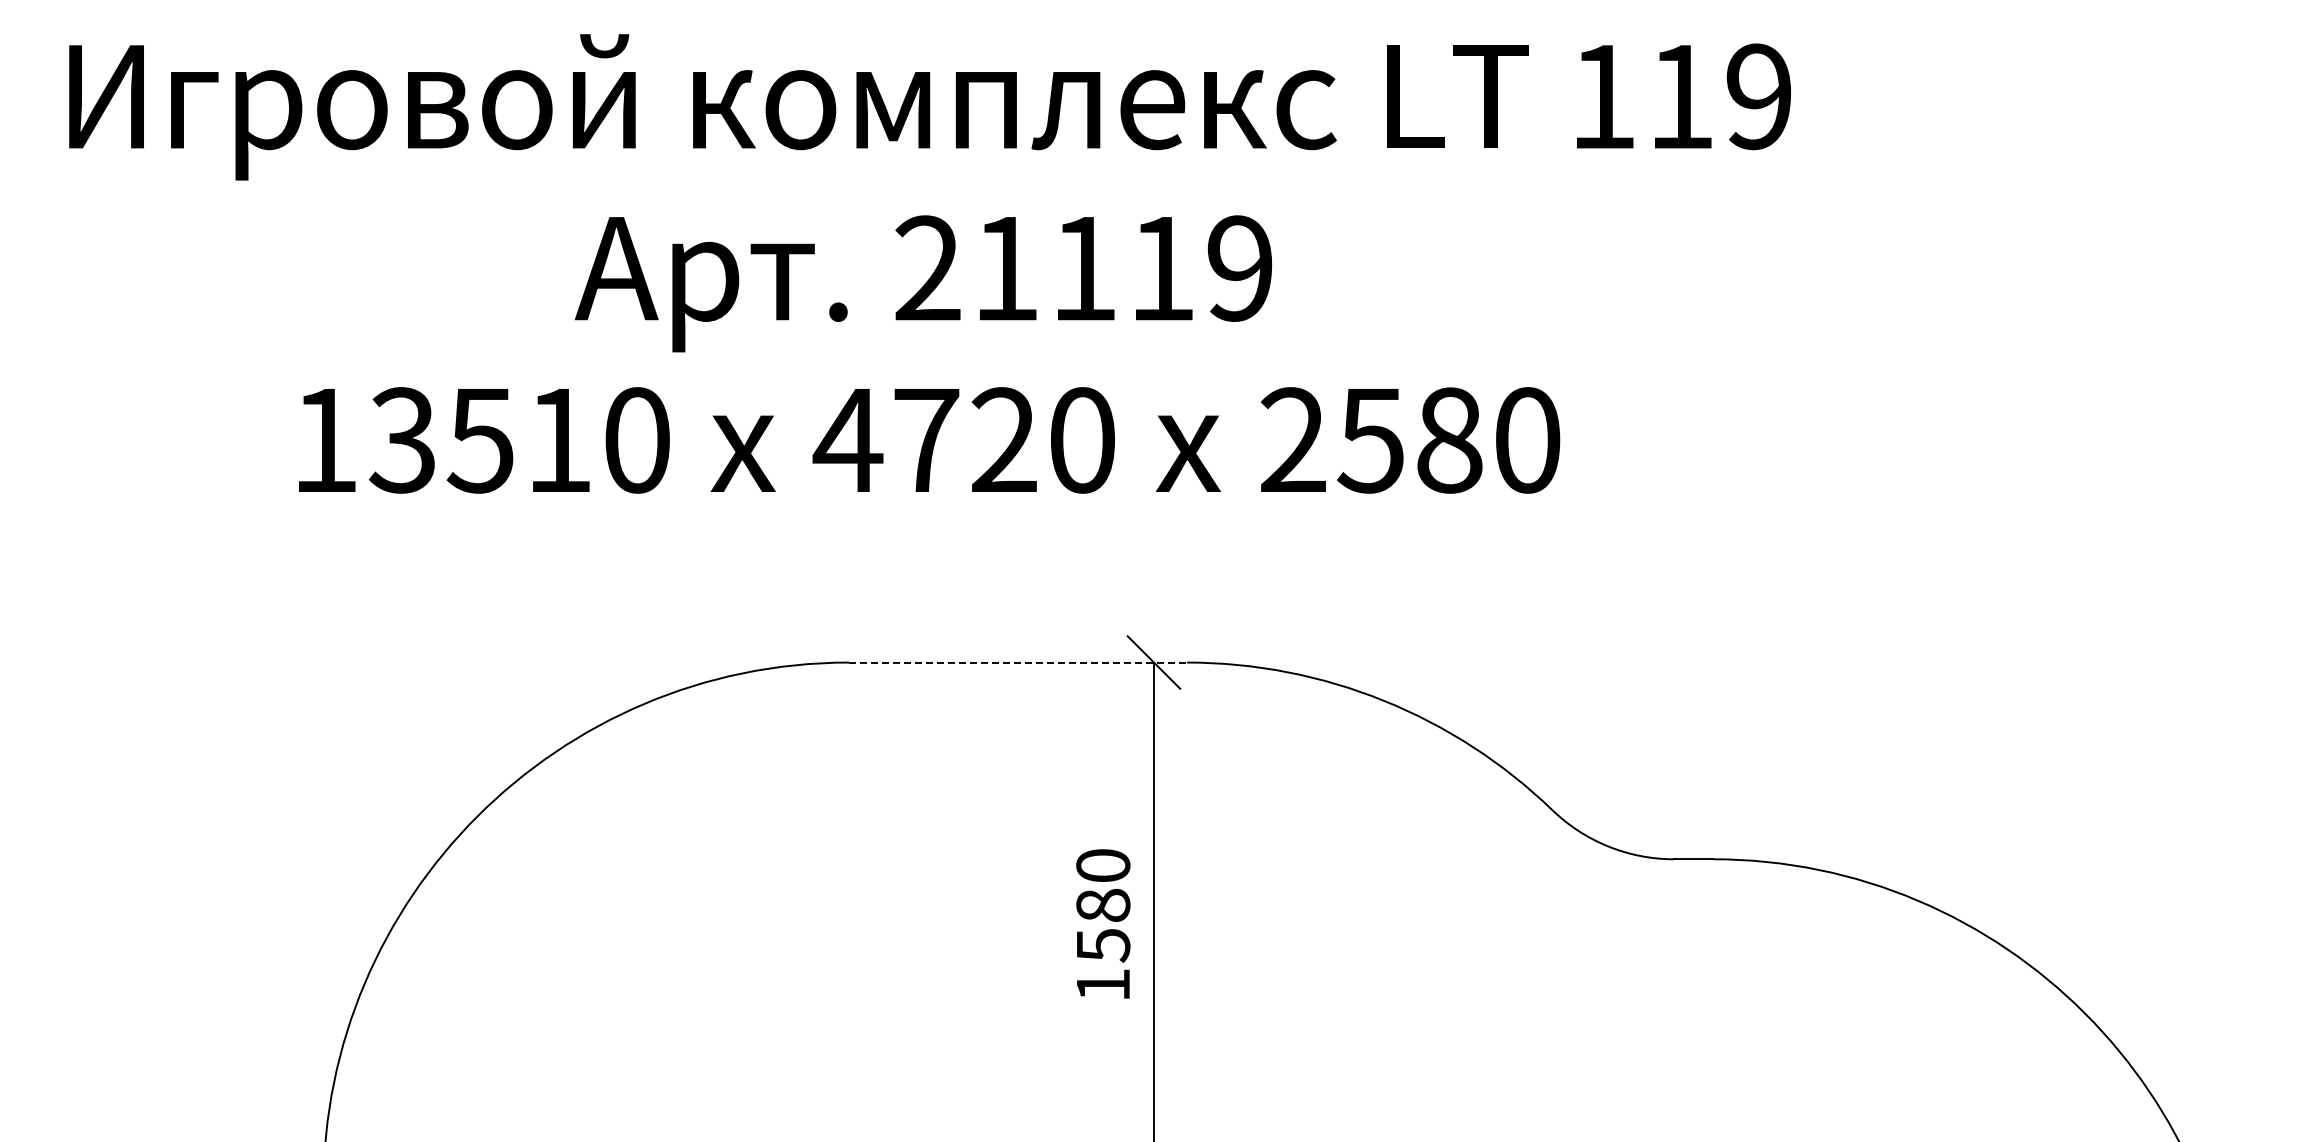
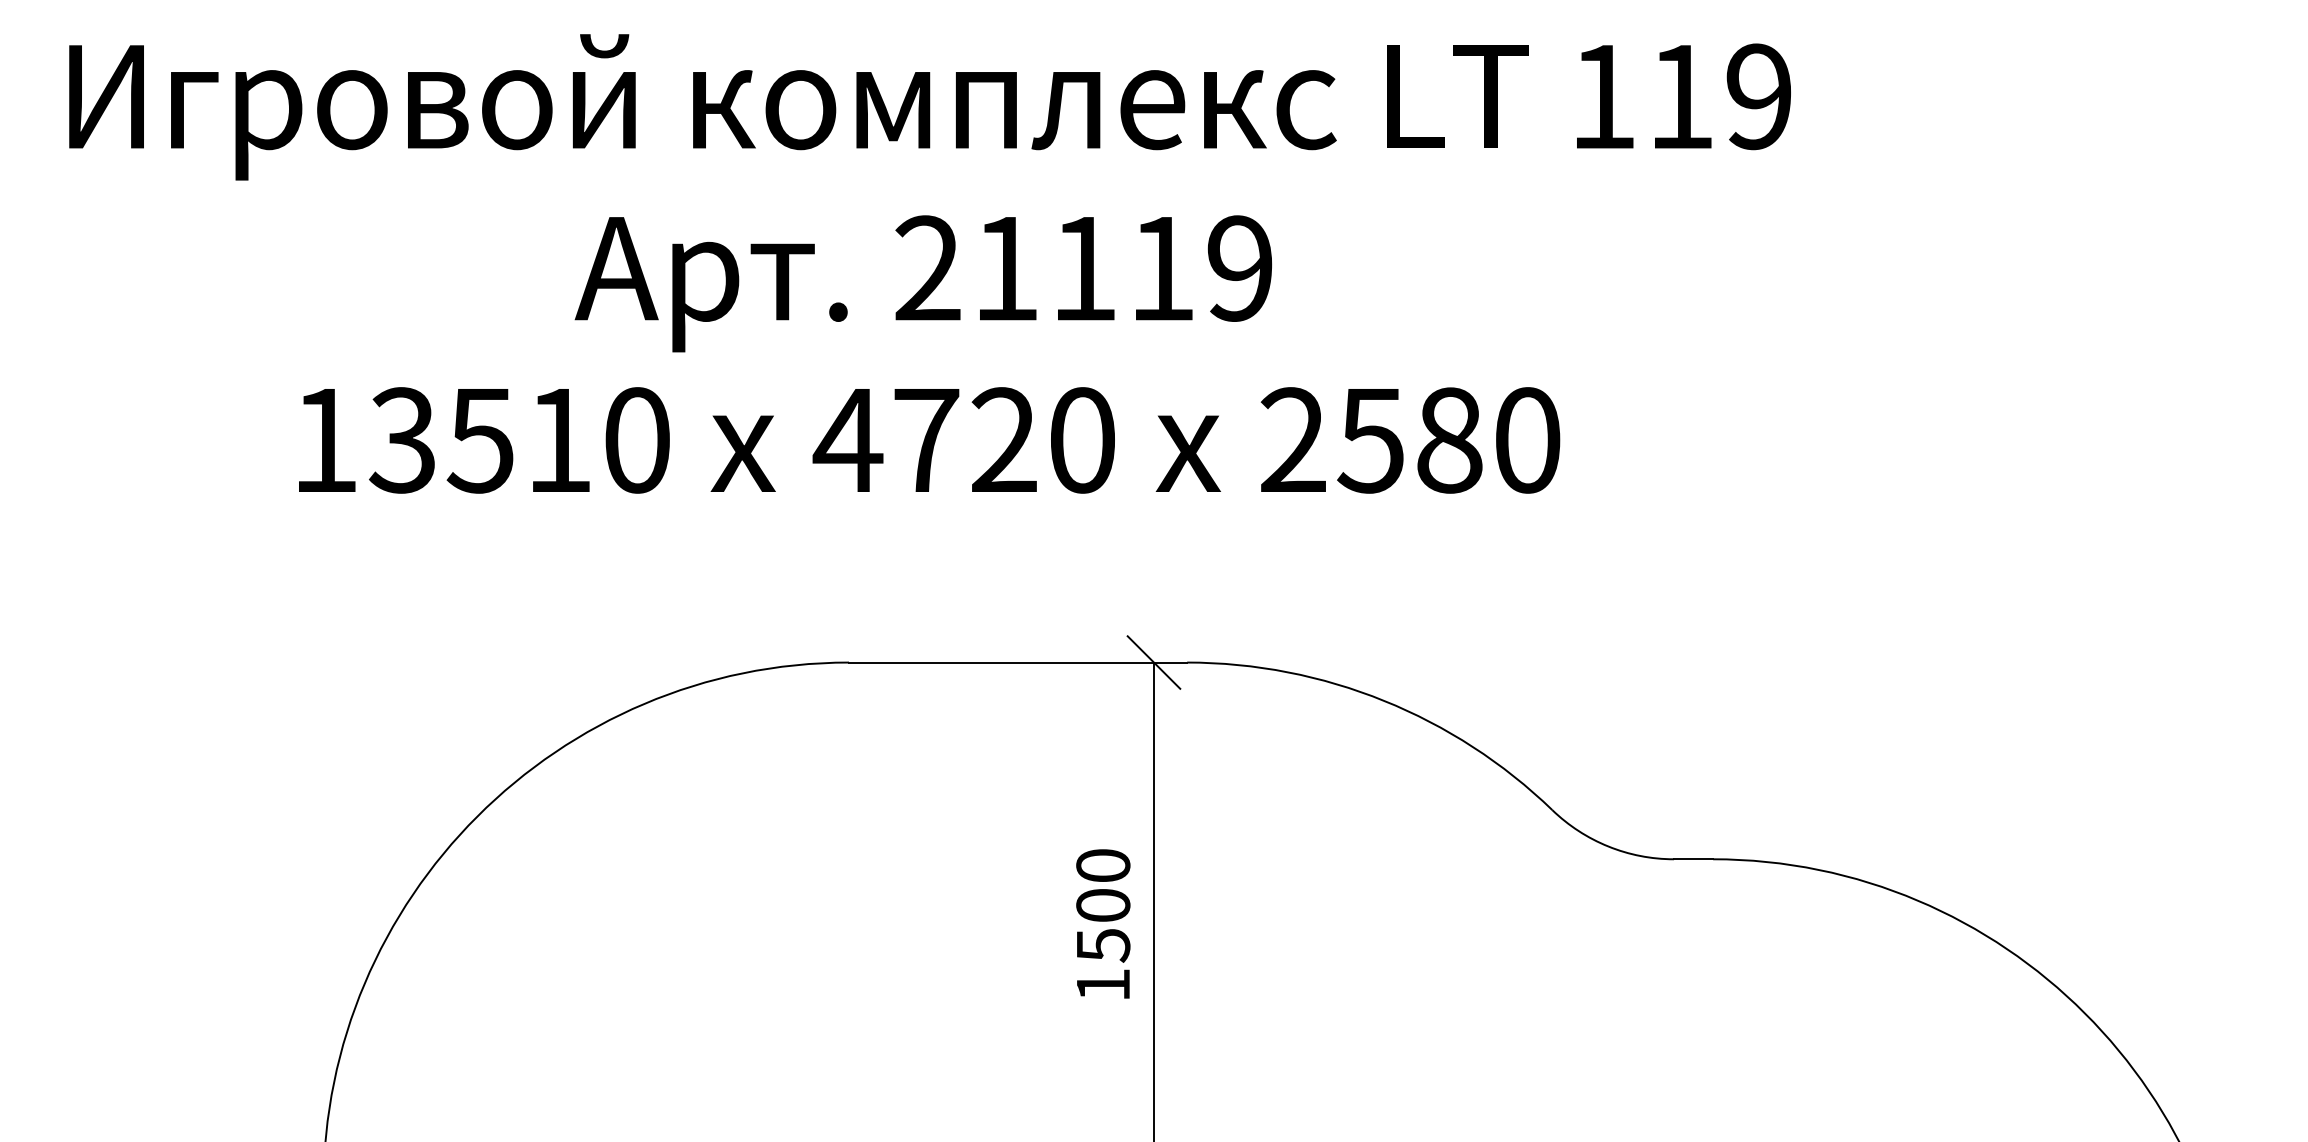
line at (1018, 662): dashed -> solid
text at (1103, 904): 1580 -> 1500
